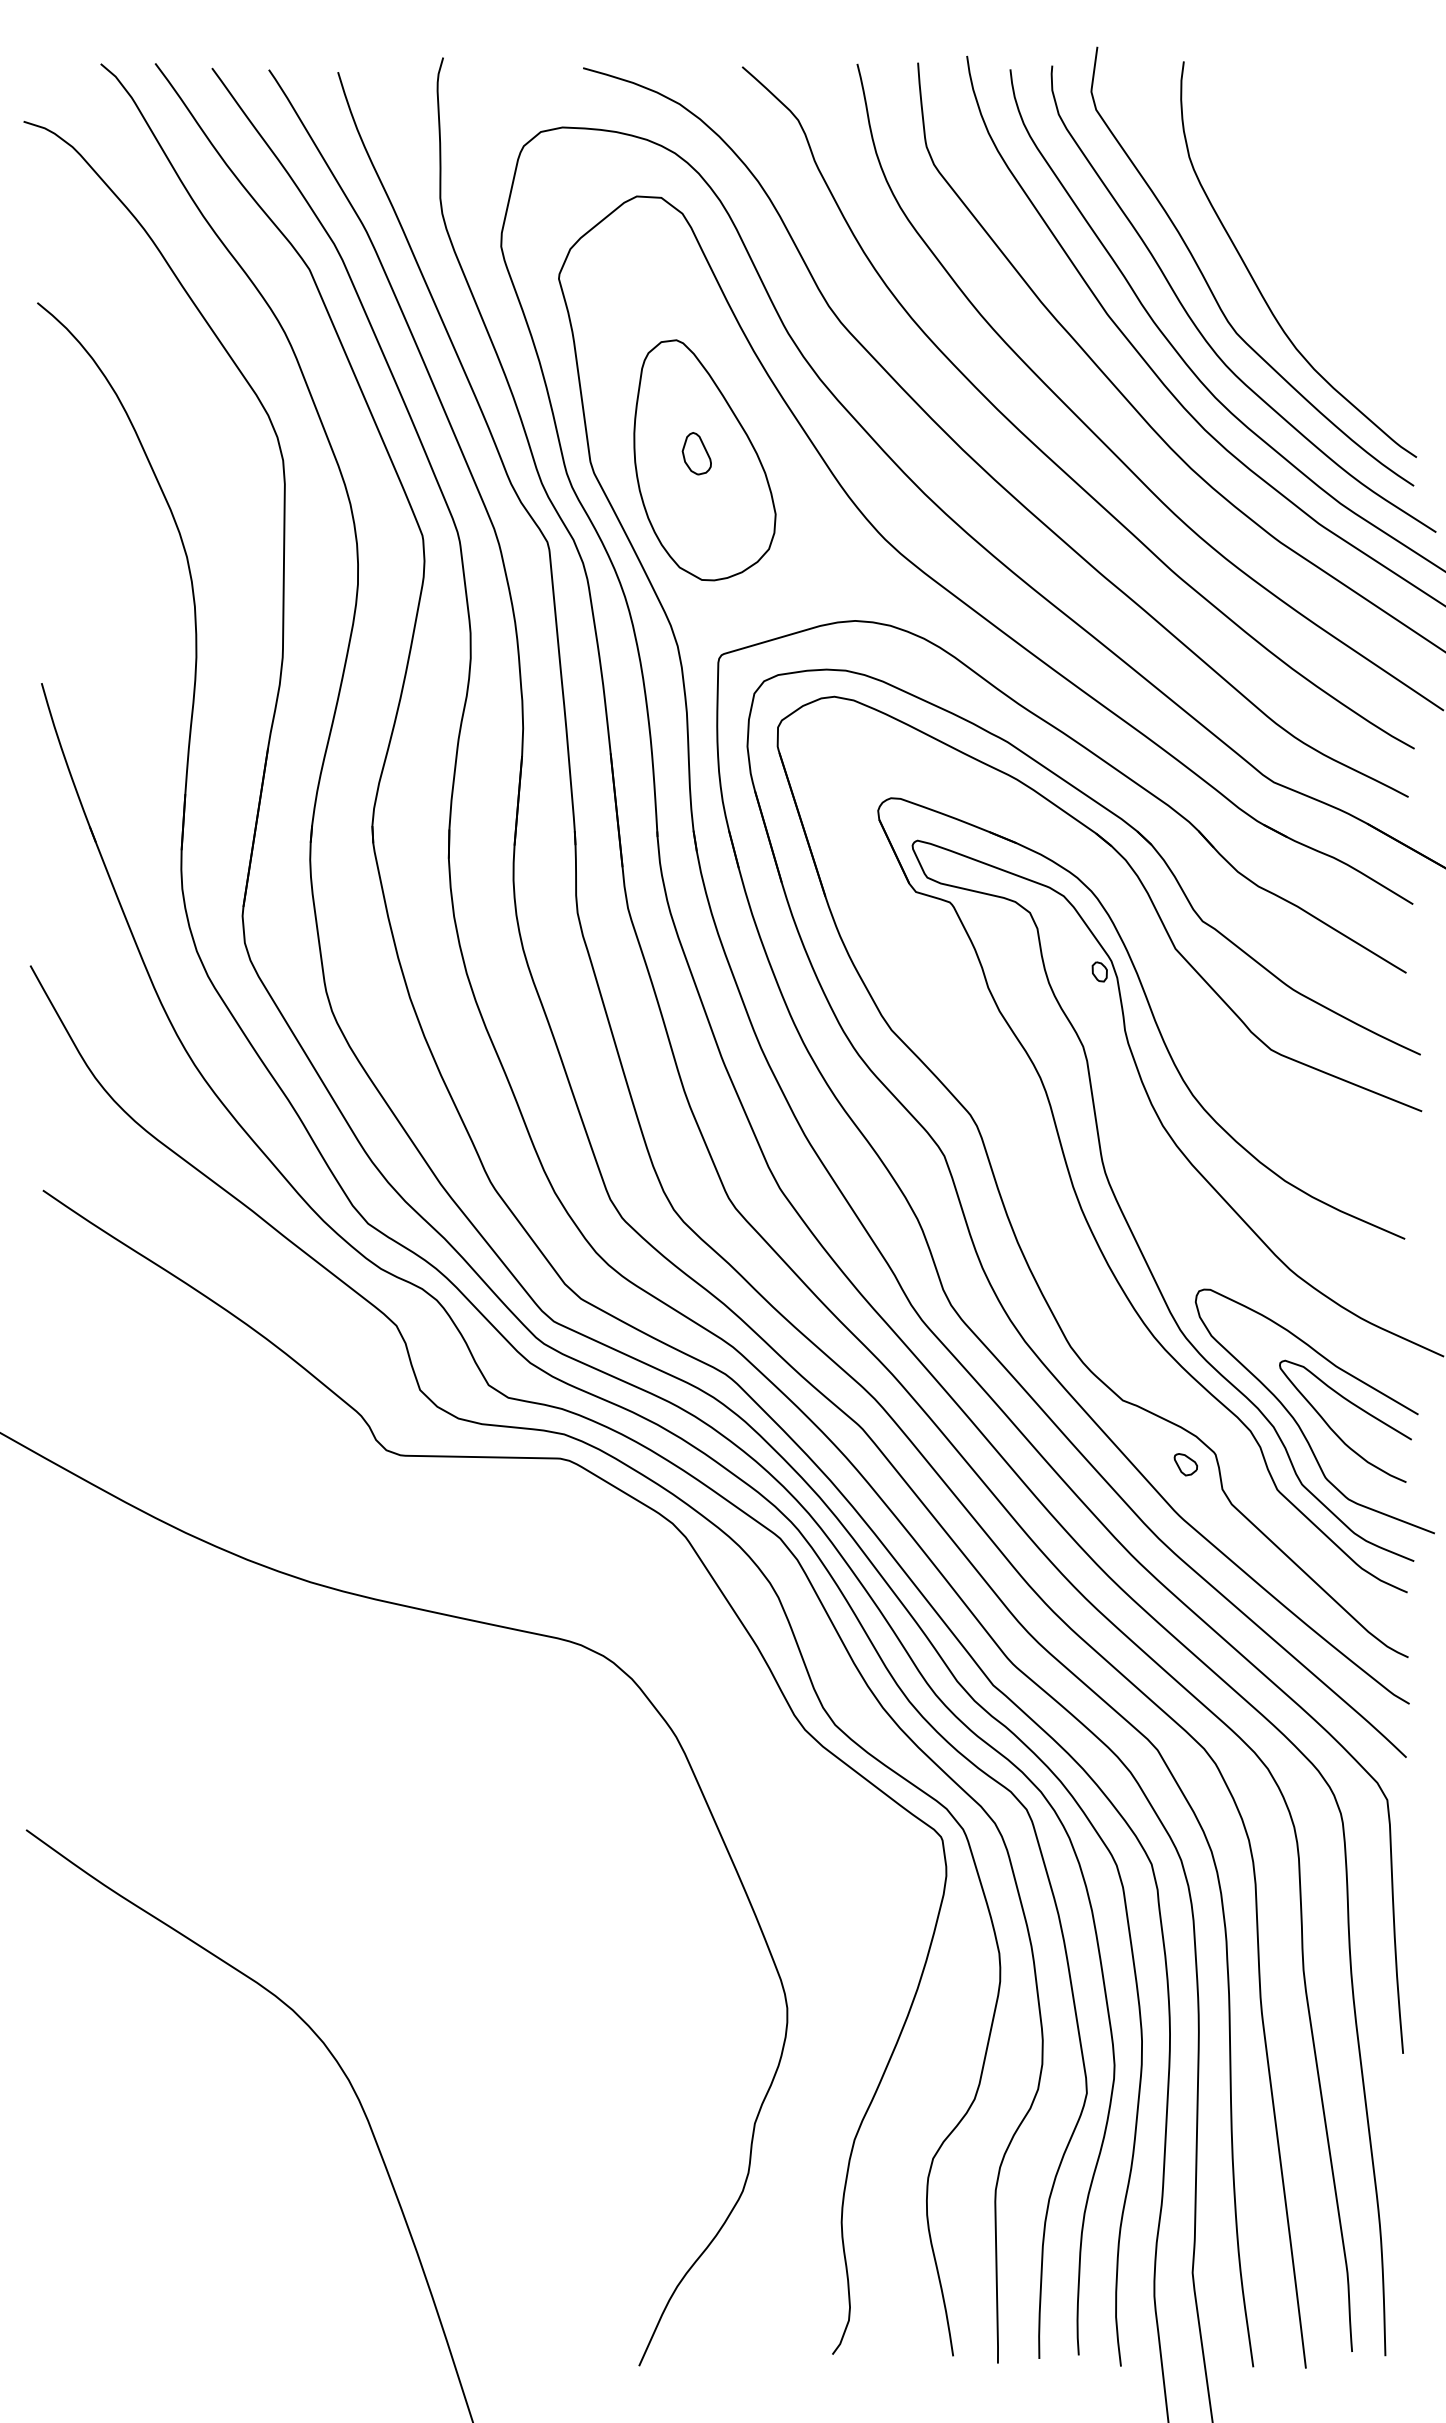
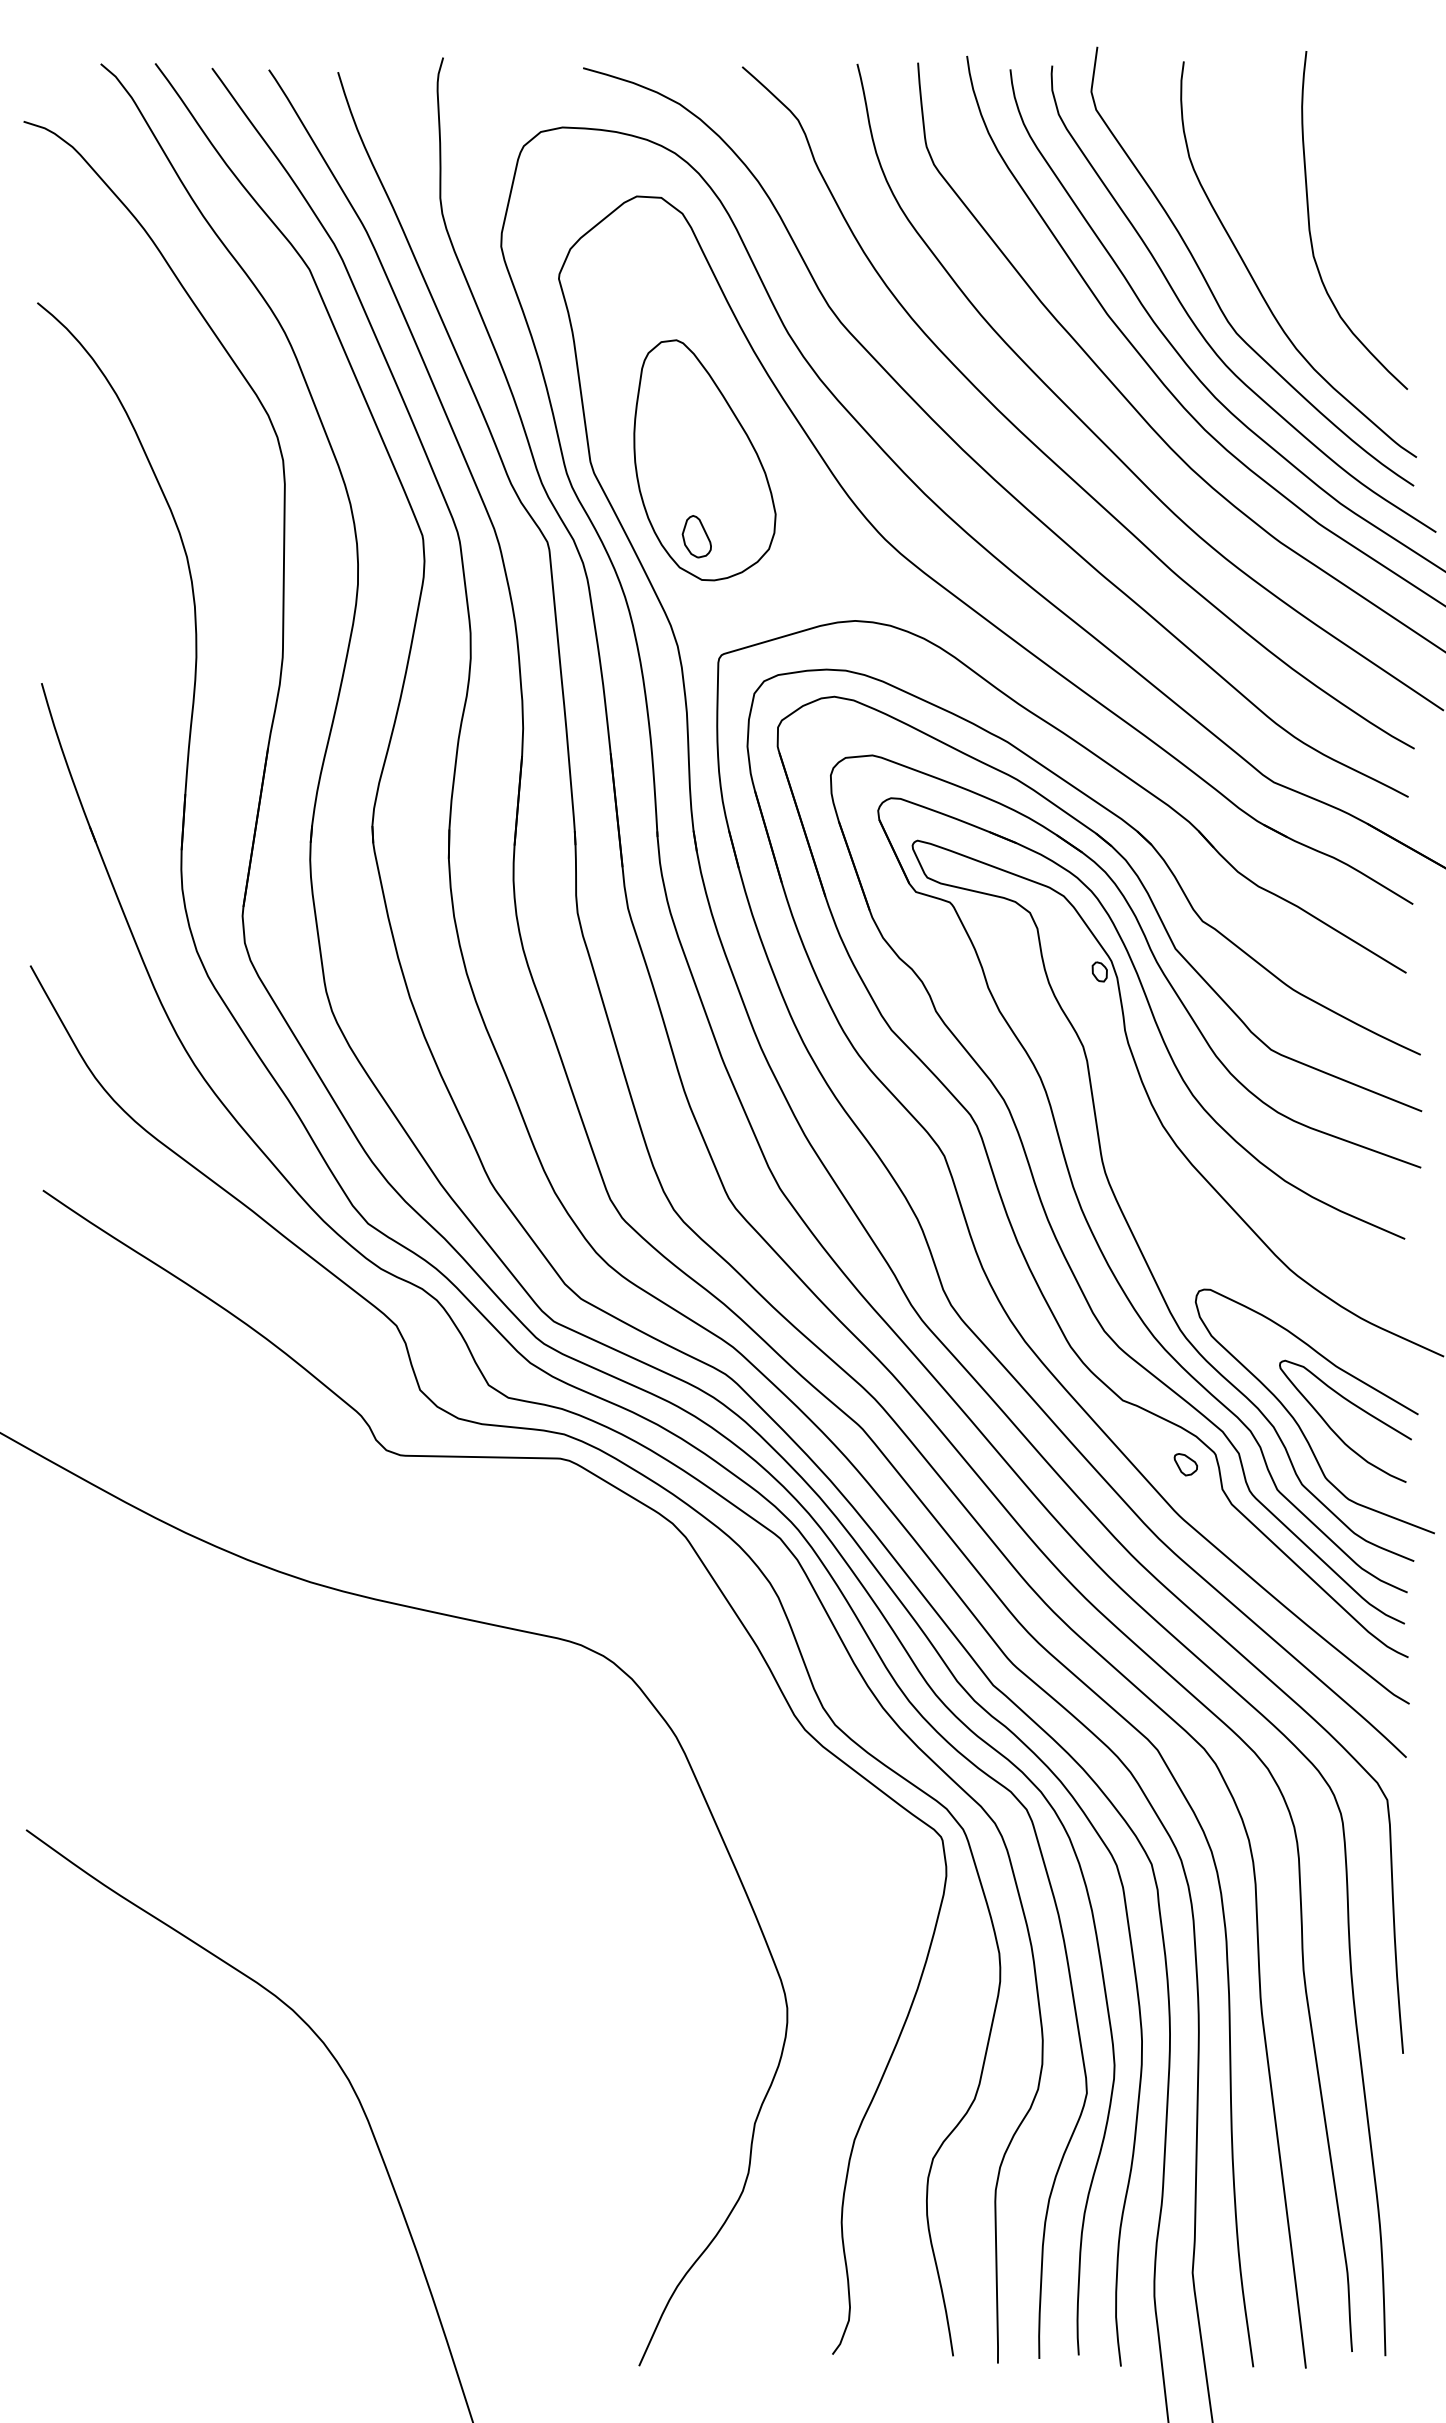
curve at (1310, 226): none -> present
part at (696, 453) position: (696, 453) -> (696, 536)
part at (1050, 1222): none -> present
